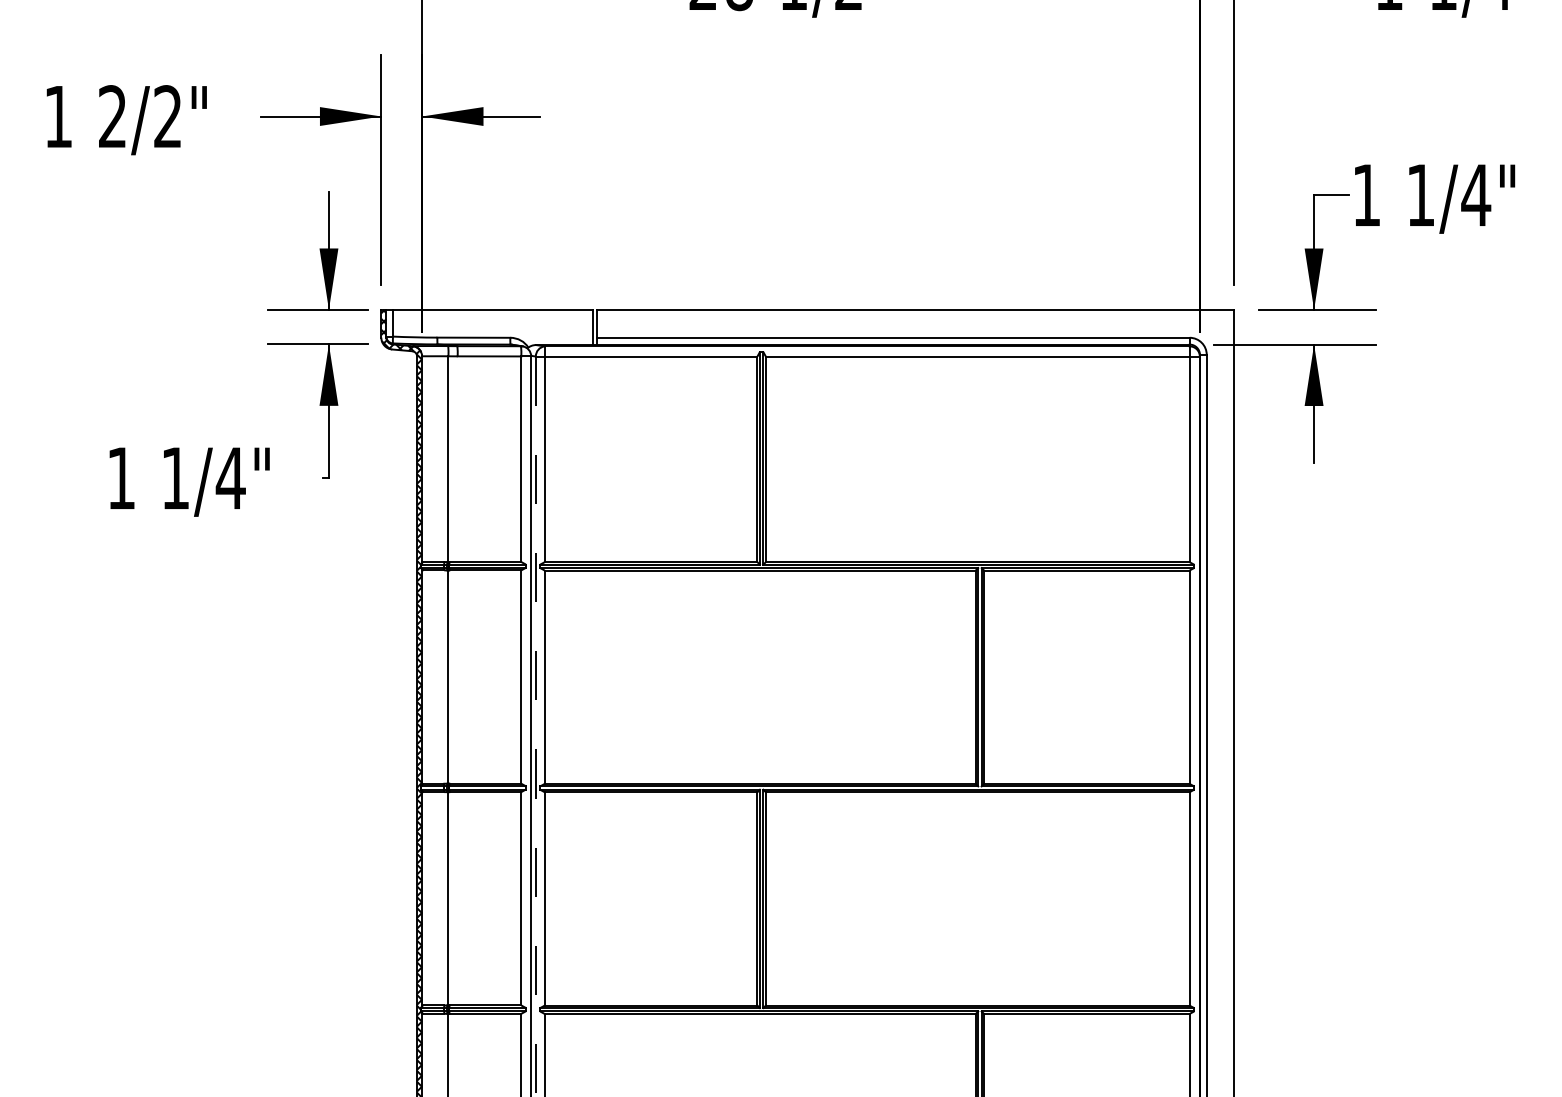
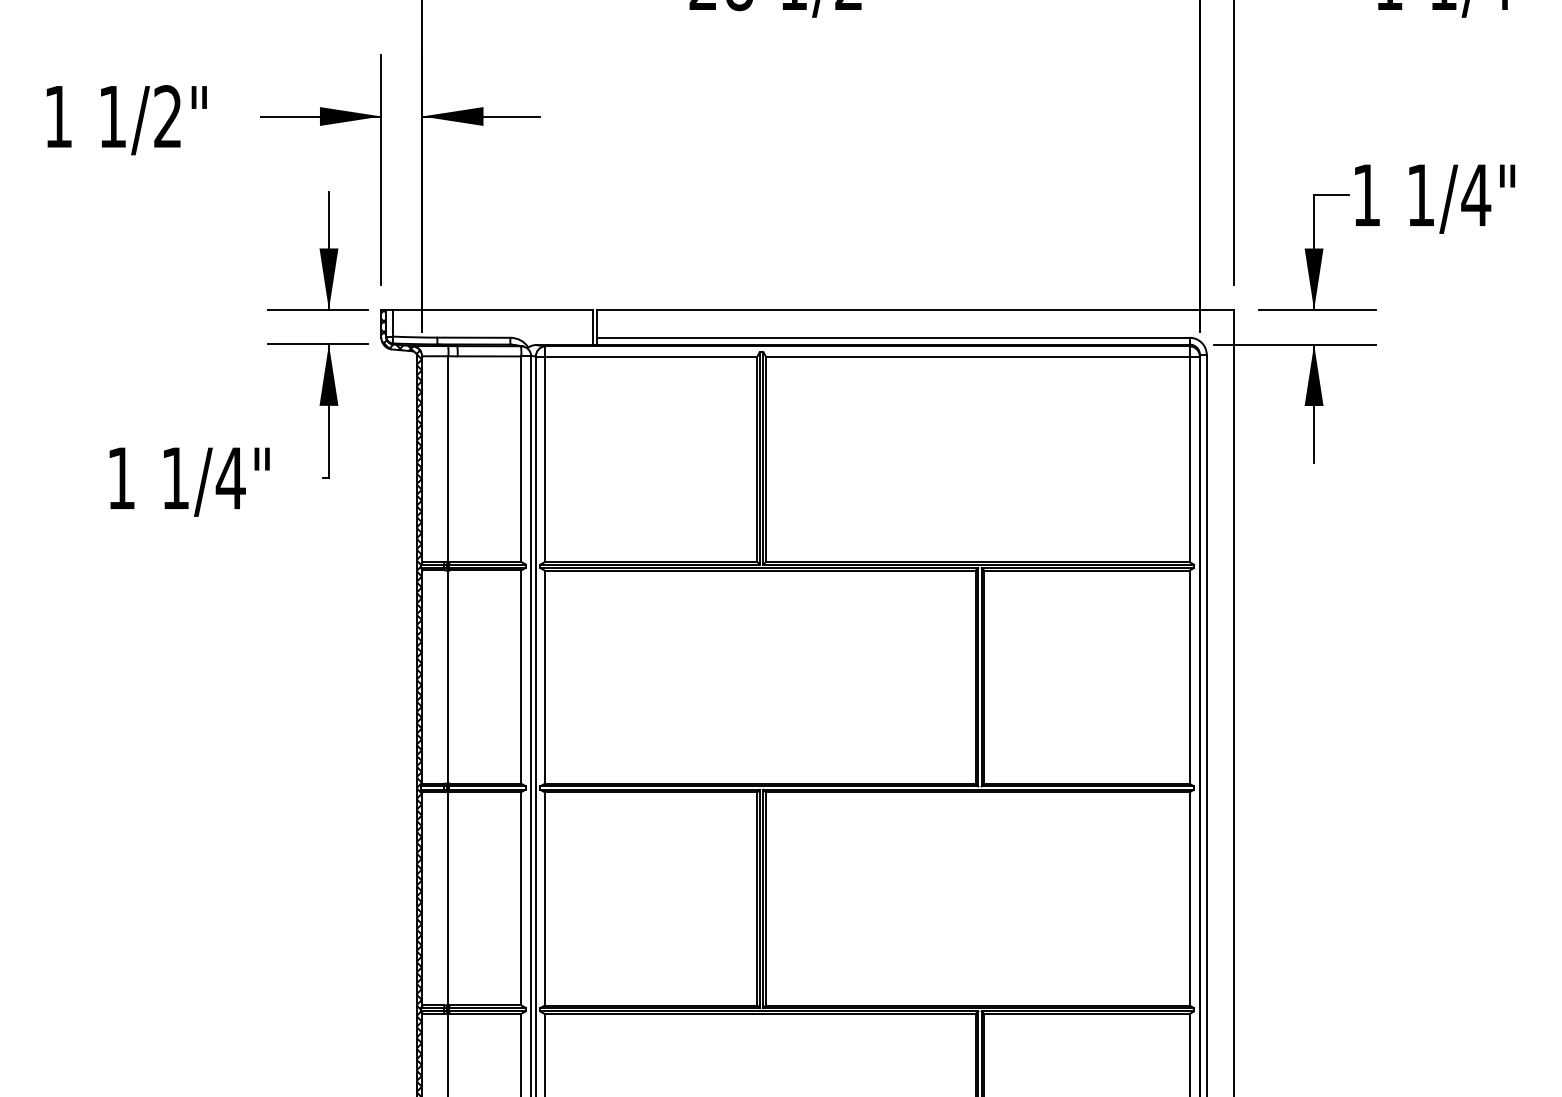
text at (112, 116): 2/2" -> 1/2"
line at (535, 726): dashed -> solid
